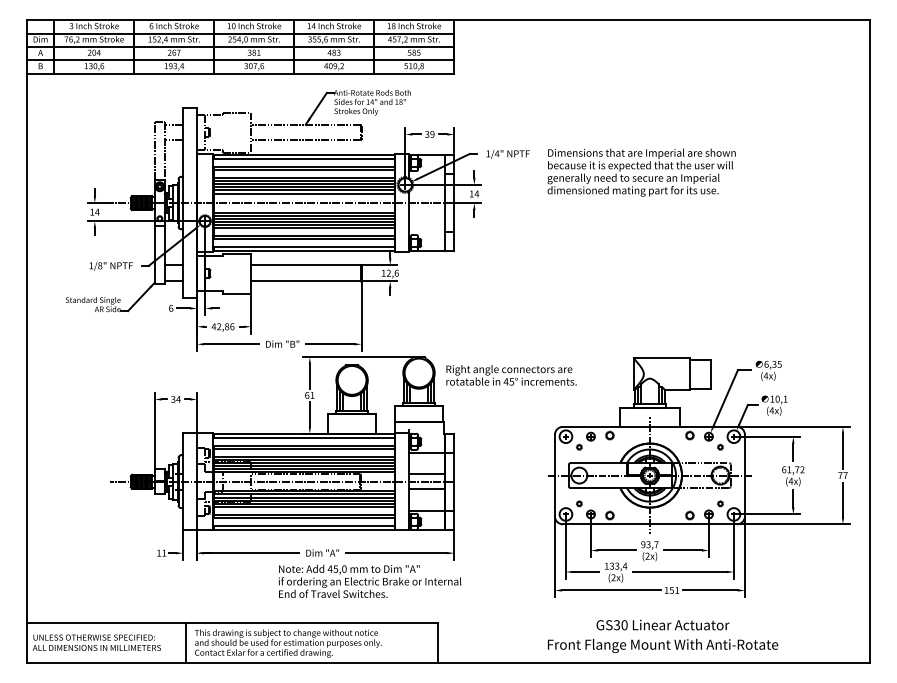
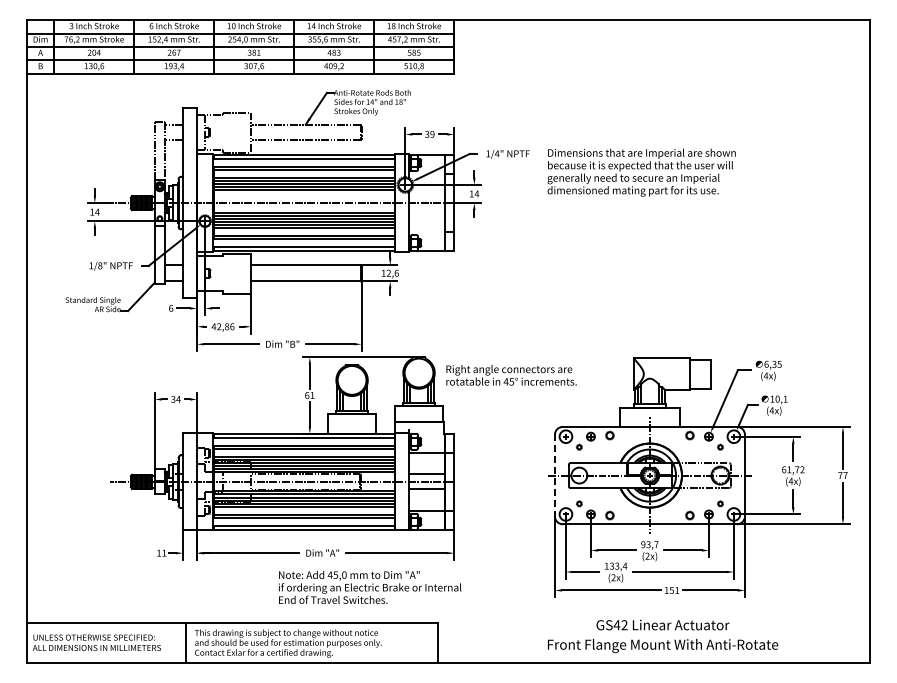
line at (304, 193): present -> none
line at (554, 475): solid -> dashed
text at (370, 580) position: (370, 580) -> (370, 586)
text at (620, 625): GS30 -> GS42
